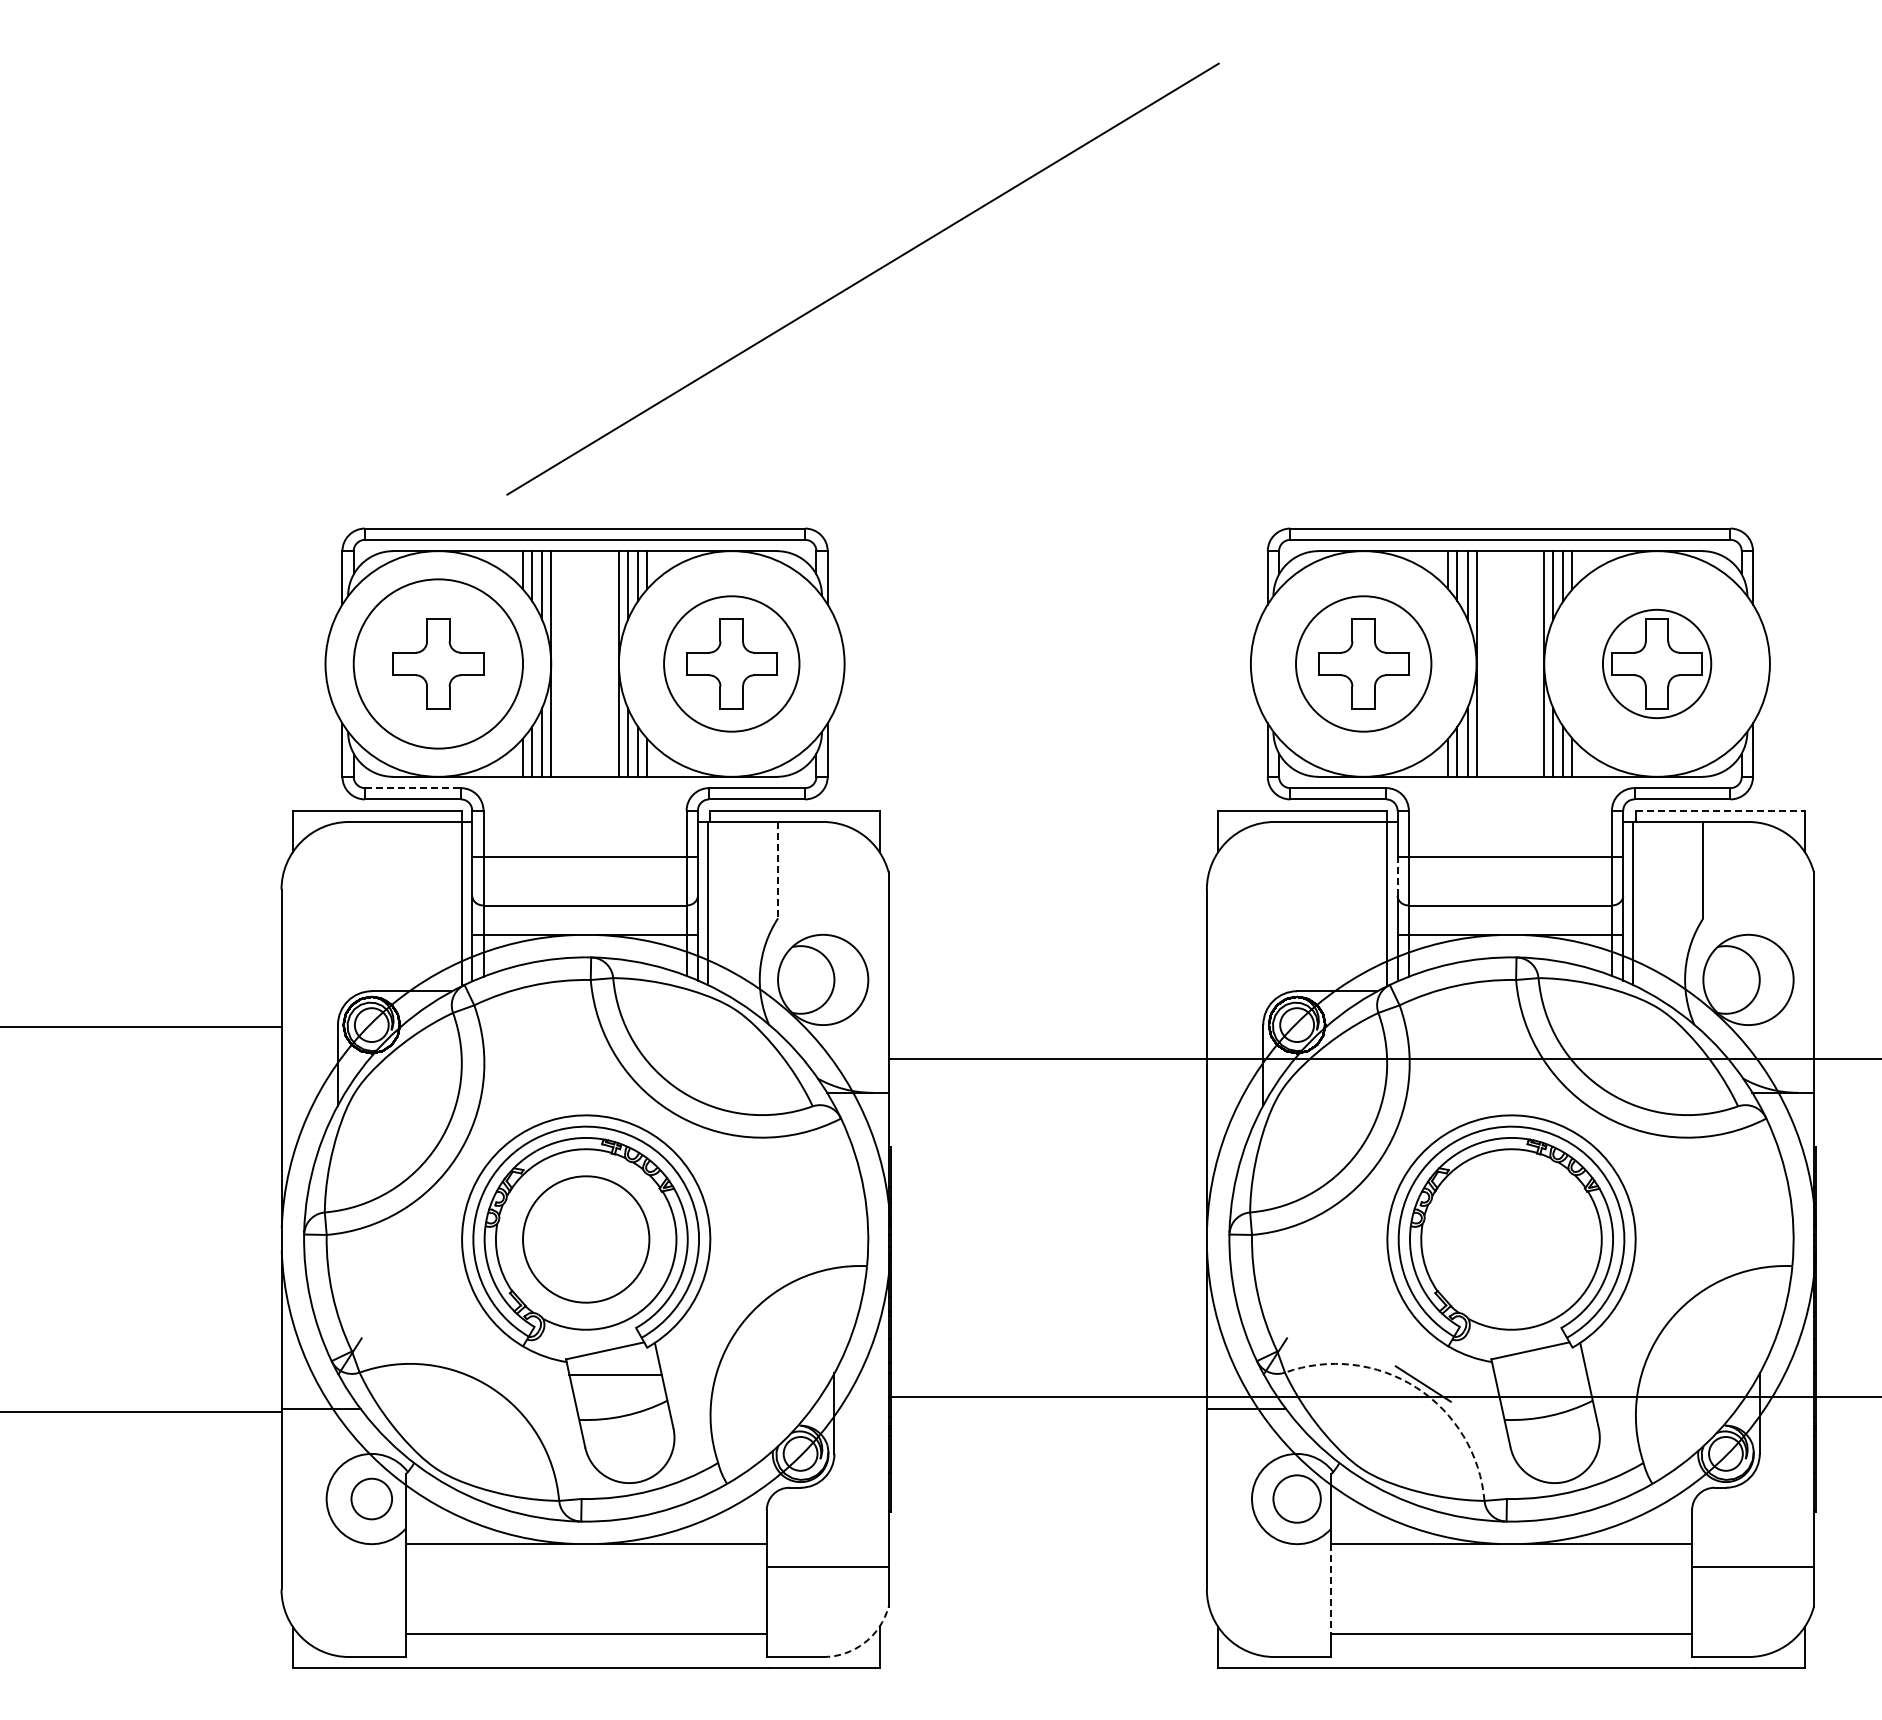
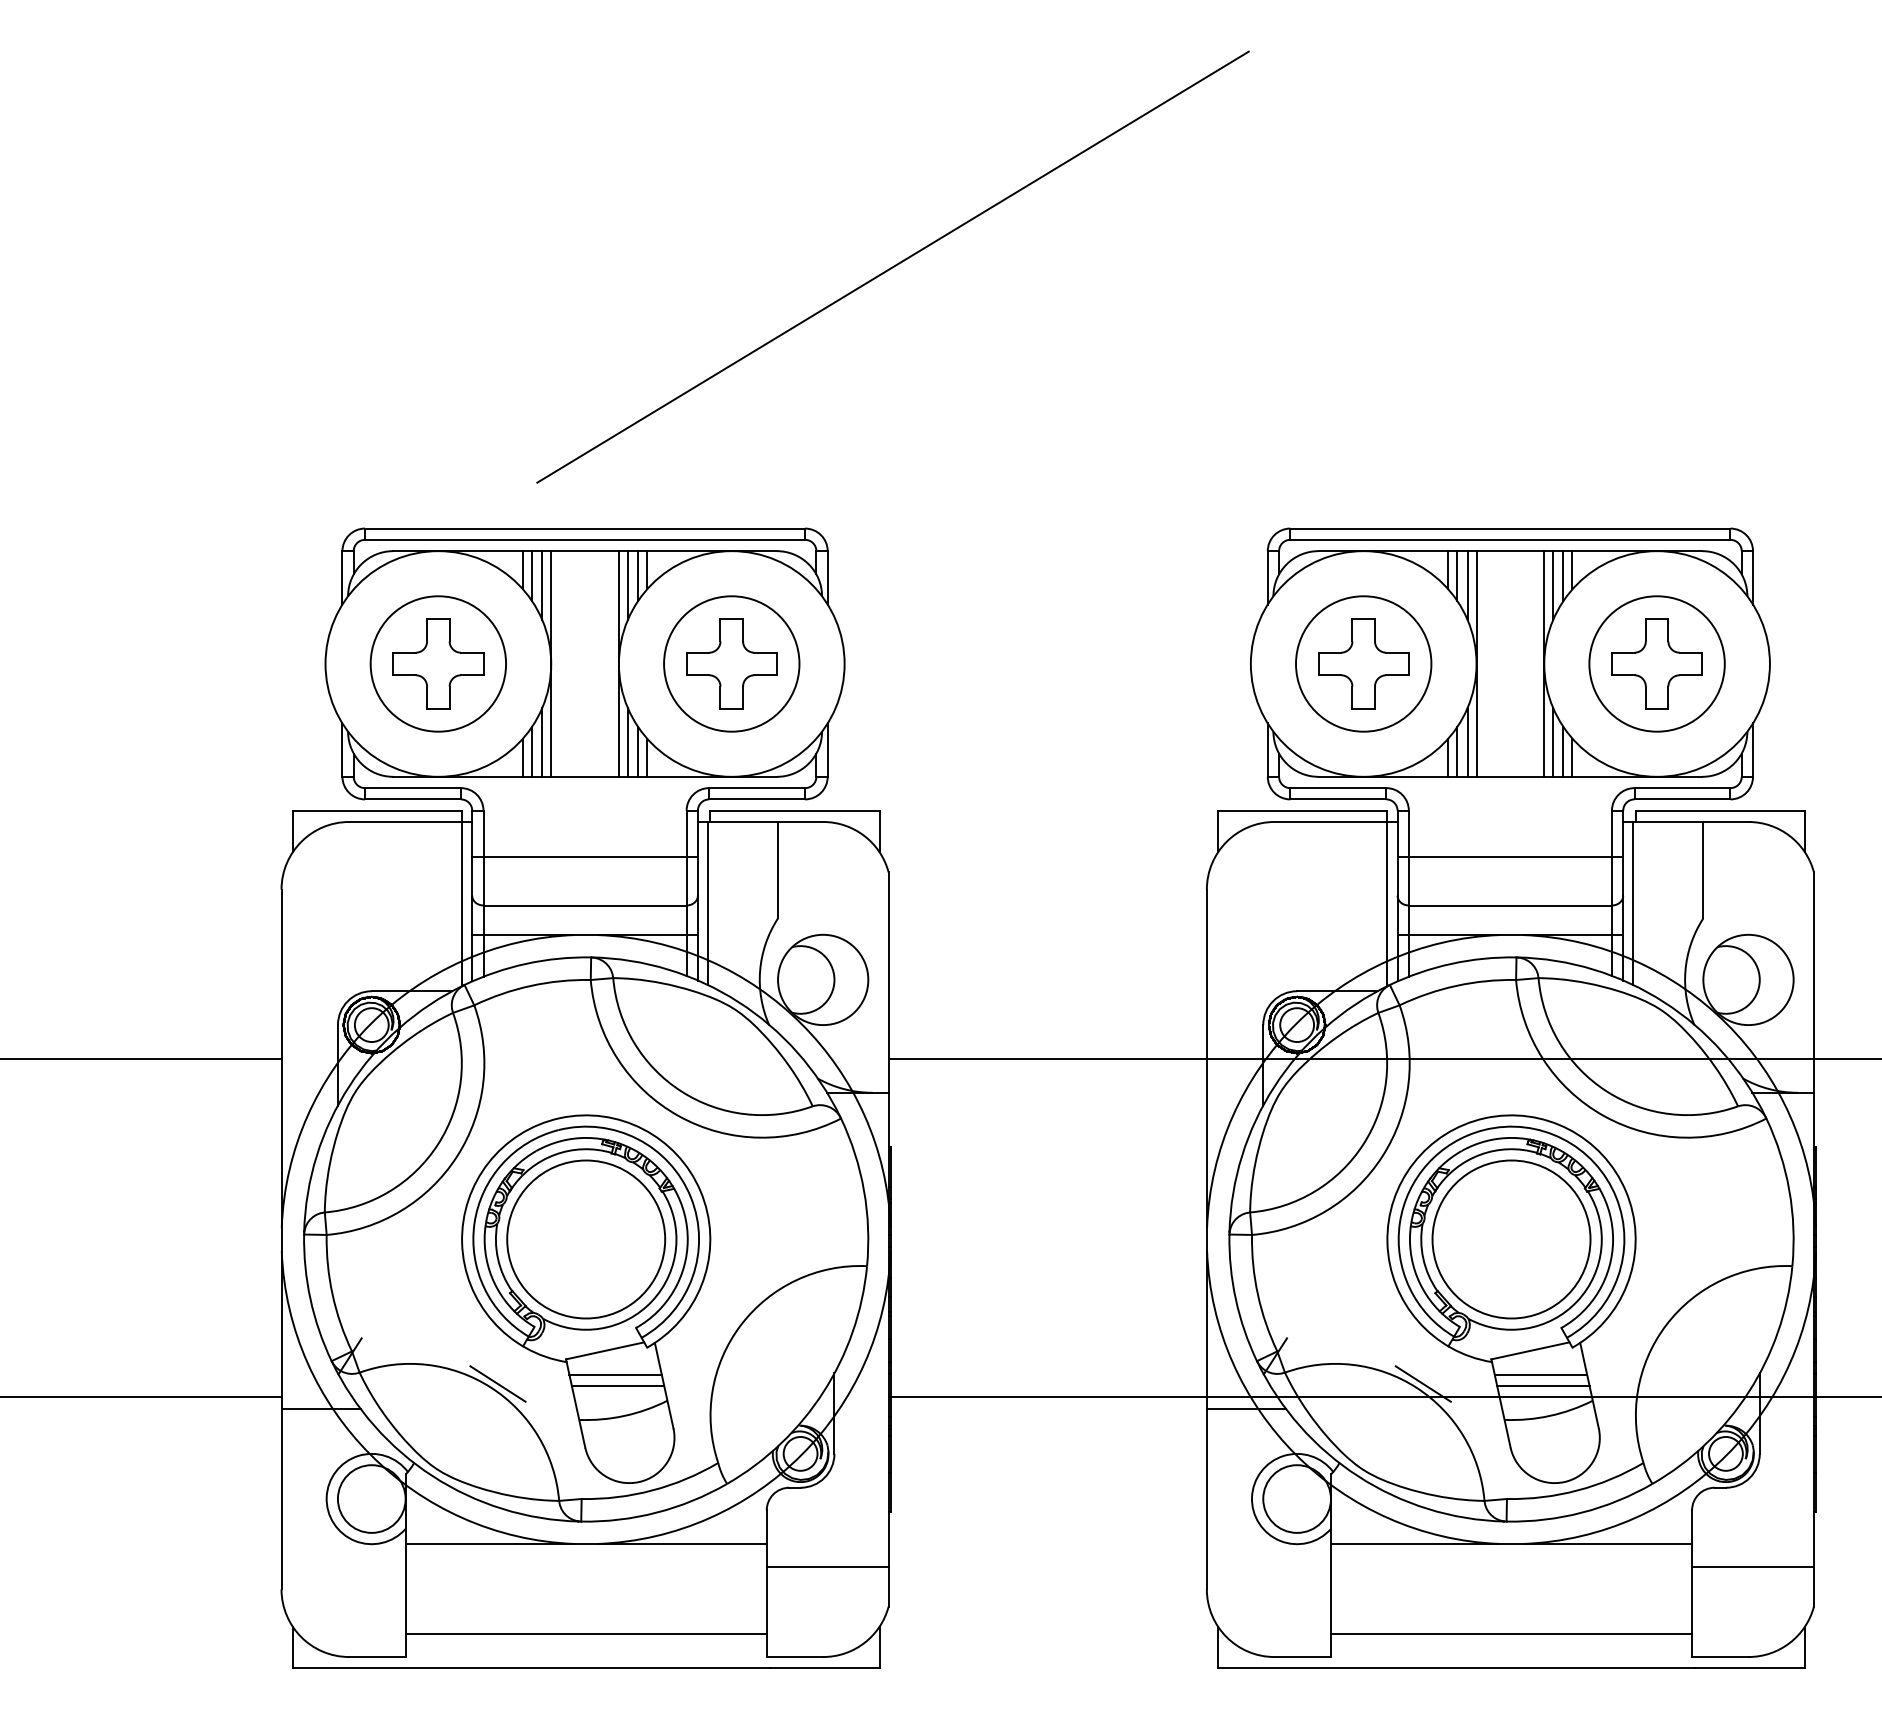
line at (862, 278) position: (862, 278) -> (892, 266)
circle at (438, 663) diameter: 169 px -> 135 px
circle at (1656, 663) diameter: 108 px -> 135 px
line at (412, 788): dashed -> solid
line at (1720, 810): dashed -> solid
line at (778, 870): dashed -> solid
line at (1397, 876): dashed -> solid
line at (141, 1026) position: (141, 1026) -> (141, 1058)
circle at (586, 1239) diameter: 126 px -> 158 px
circle at (1511, 1239): none -> present
line at (1540, 1374): none -> present
line at (497, 1383): none -> present
line at (617, 1386): none -> present
line at (1543, 1386): none -> present
arc at (1416, 1387): dashed -> solid
line at (141, 1412) position: (141, 1412) -> (141, 1397)
circle at (371, 1498) diameter: 41 px -> 68 px
circle at (1296, 1498) diameter: 47 px -> 68 px
line at (1330, 1589): dashed -> solid
arc at (864, 1642): dashed -> solid
